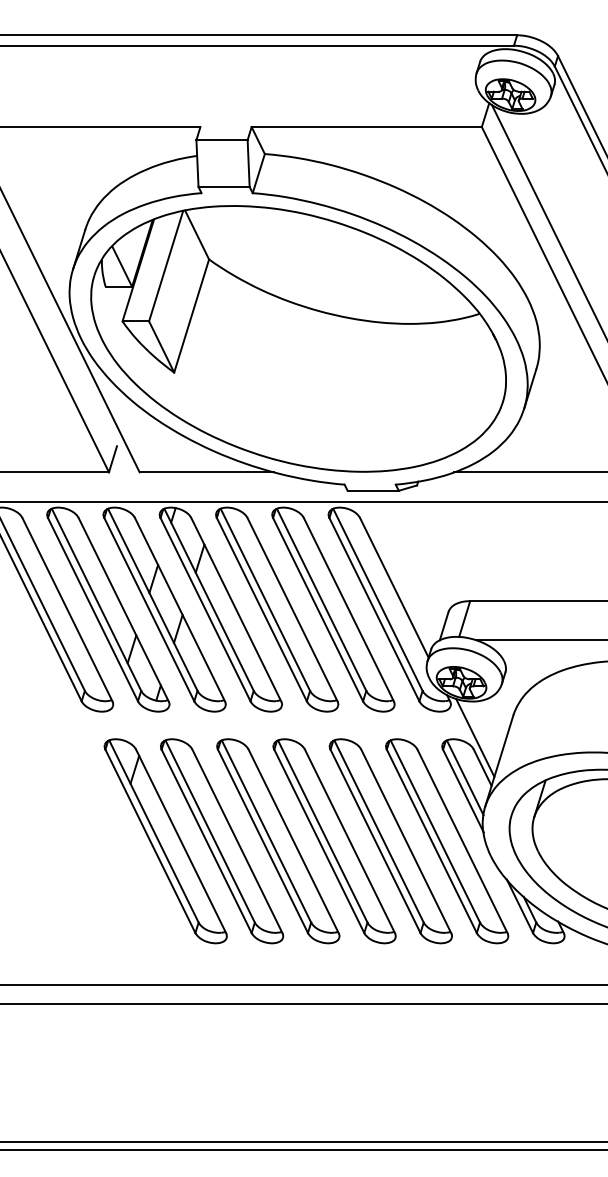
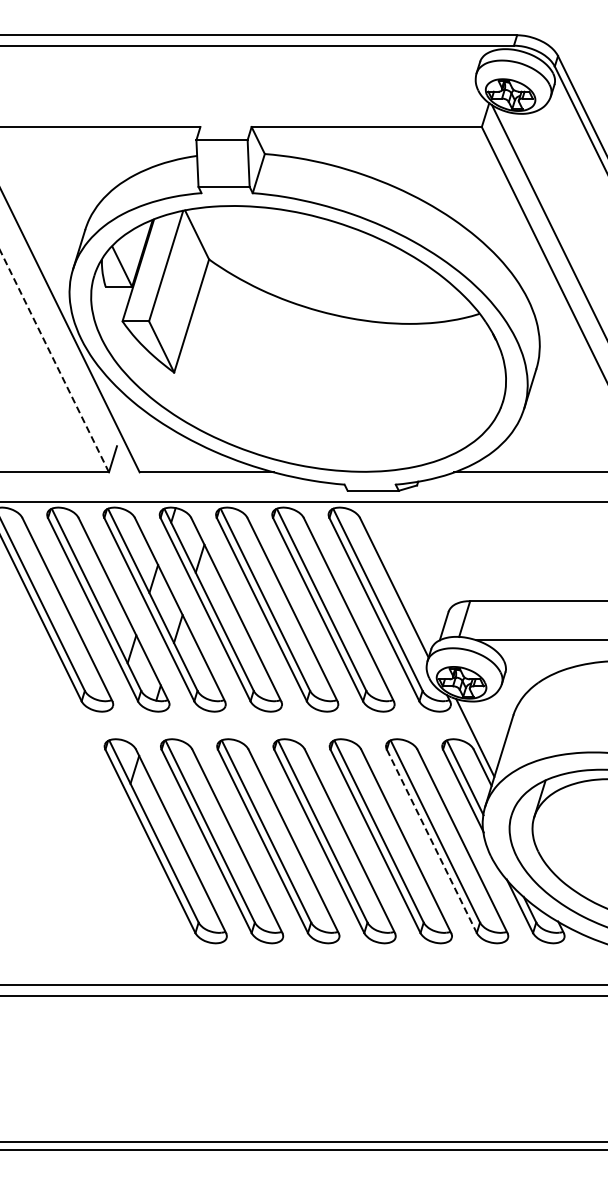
line at (54, 361): solid -> dashed
line at (432, 841): solid -> dashed
line at (303, 1004) position: (303, 1004) -> (303, 996)
